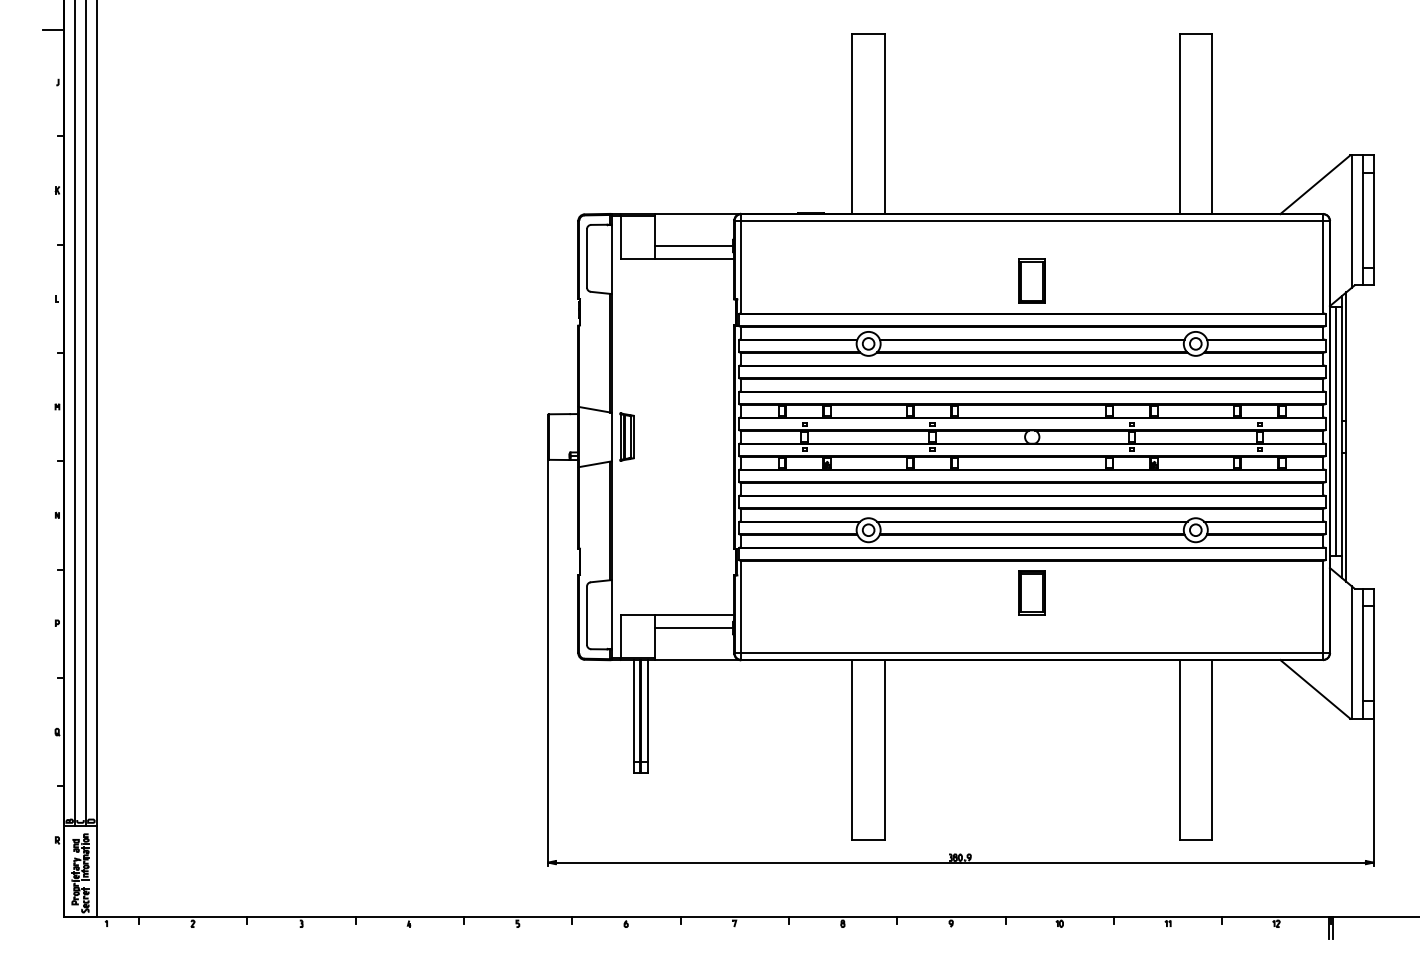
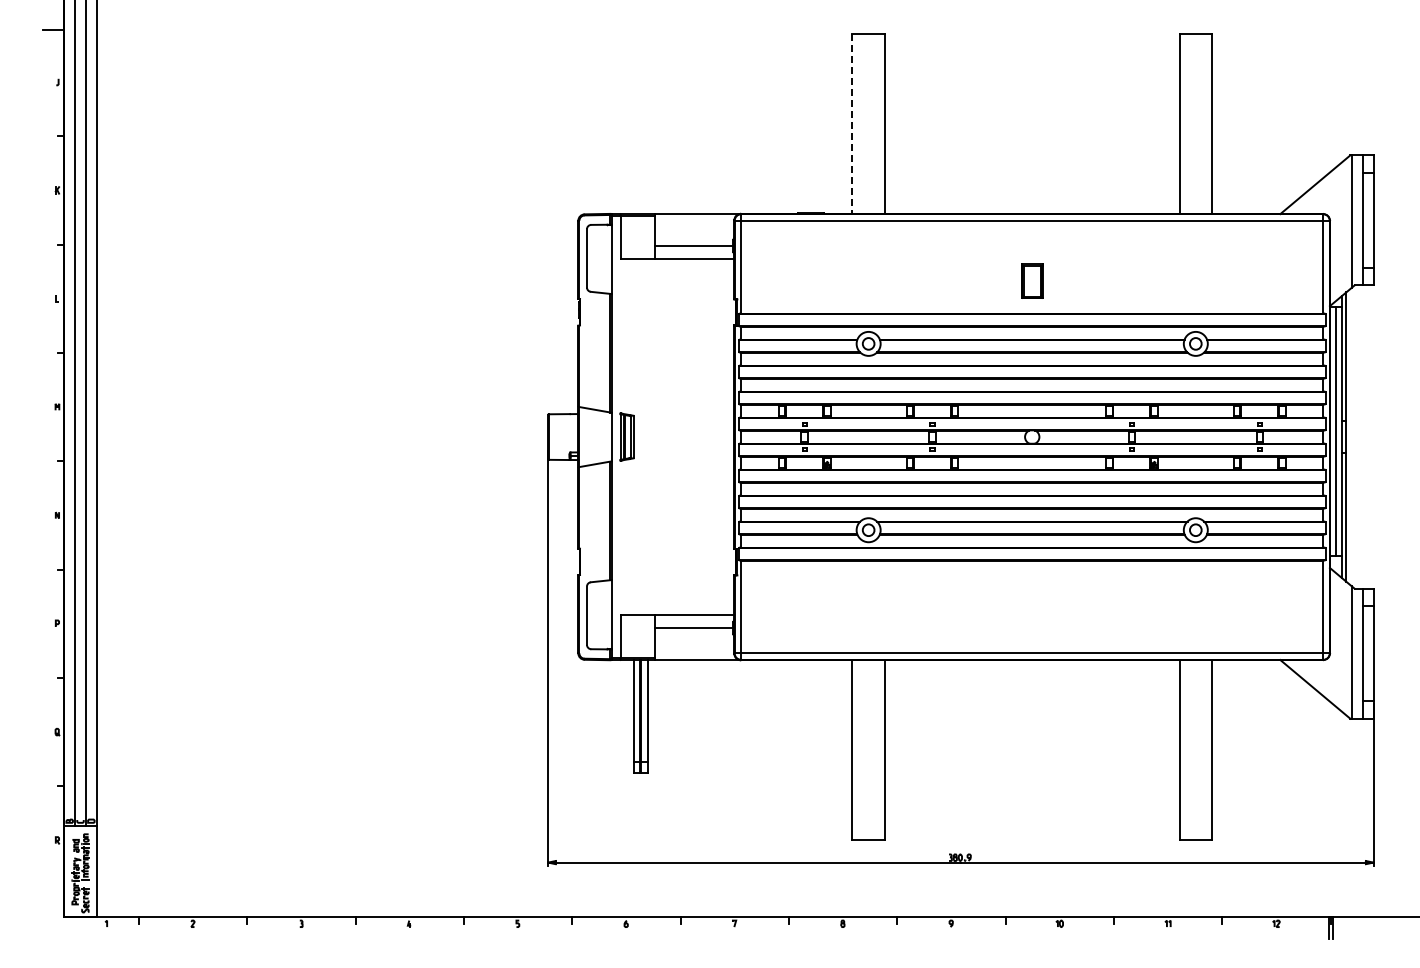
line at (852, 123): solid -> dashed
part at (1031, 280) size: 28x46 px -> 23x36 px
part at (1031, 592): present -> none
